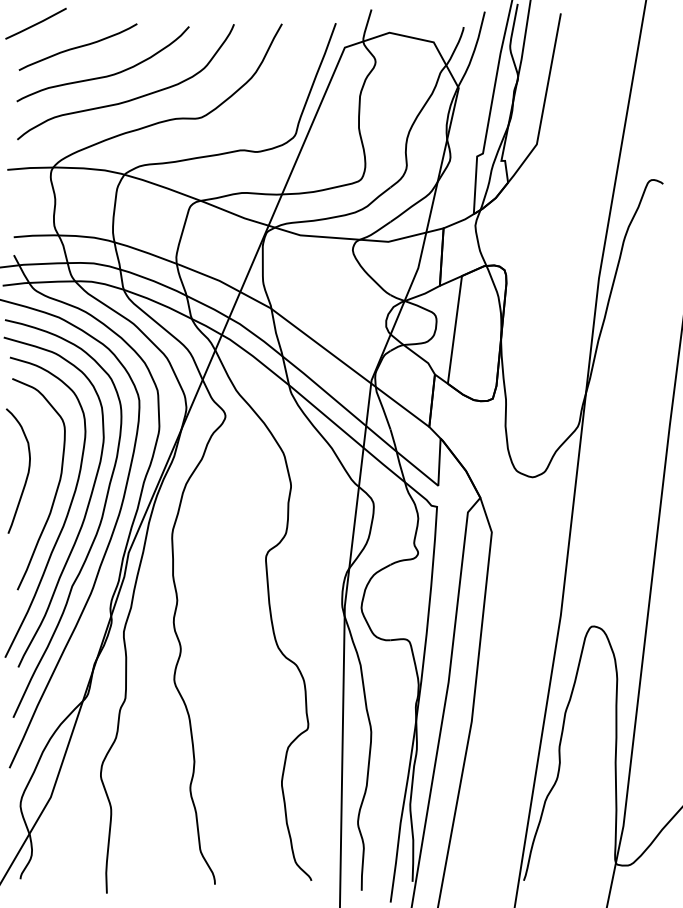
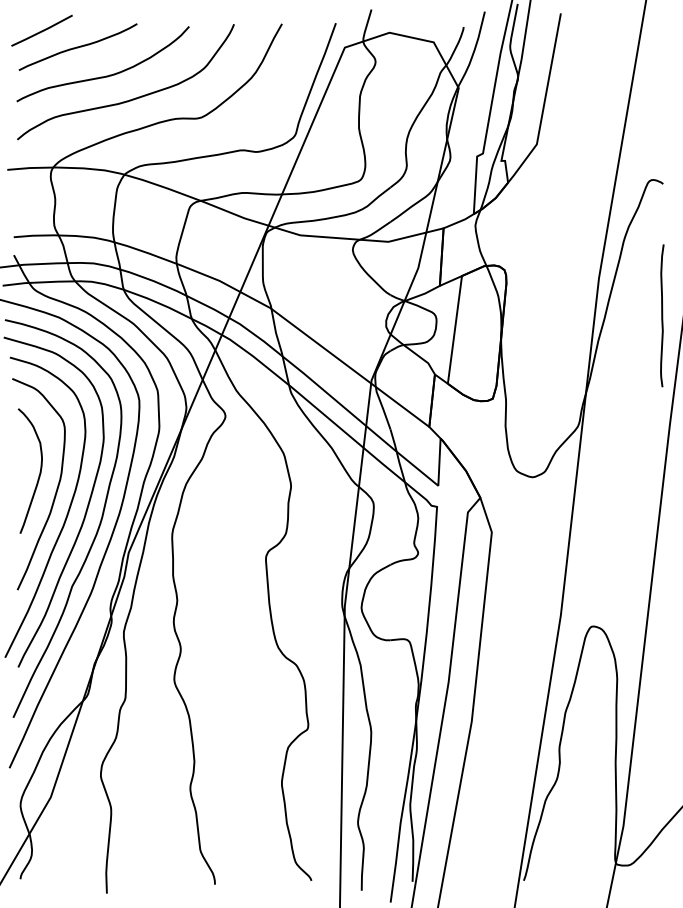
line at (35, 23) position: (35, 23) -> (41, 30)
curve at (662, 315): none -> present
curve at (27, 471) position: (27, 471) -> (39, 471)
